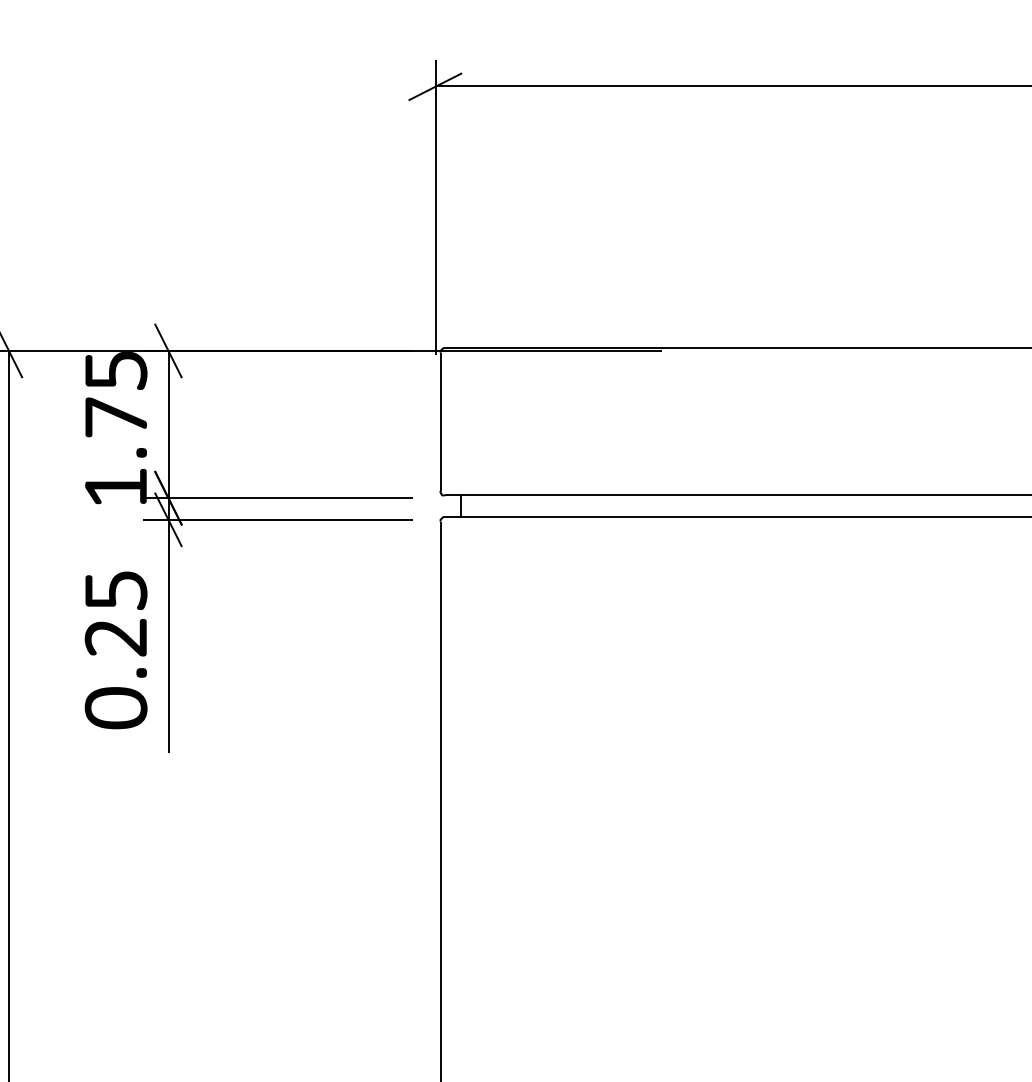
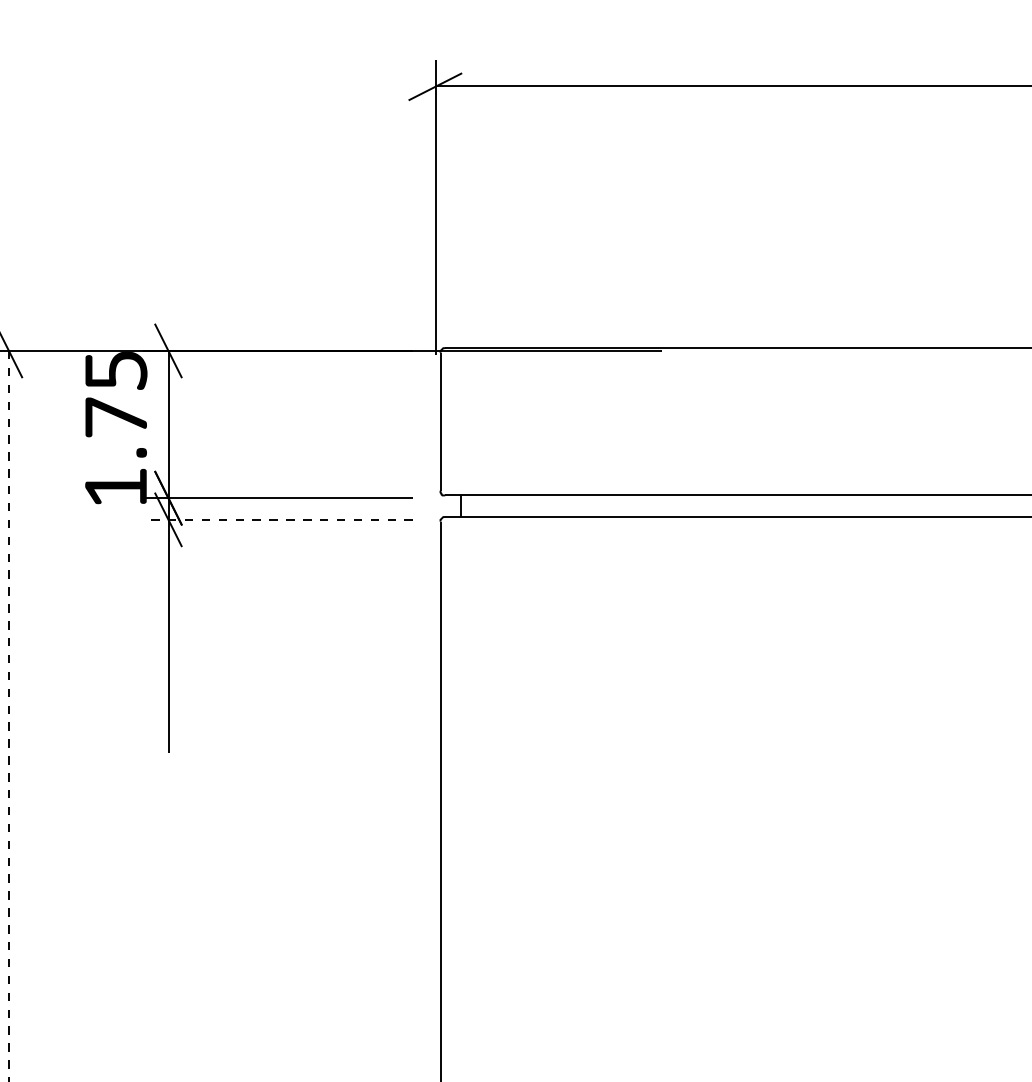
line at (277, 519): solid -> dashed
part at (124, 641): present -> none
line at (9, 716): solid -> dashed
